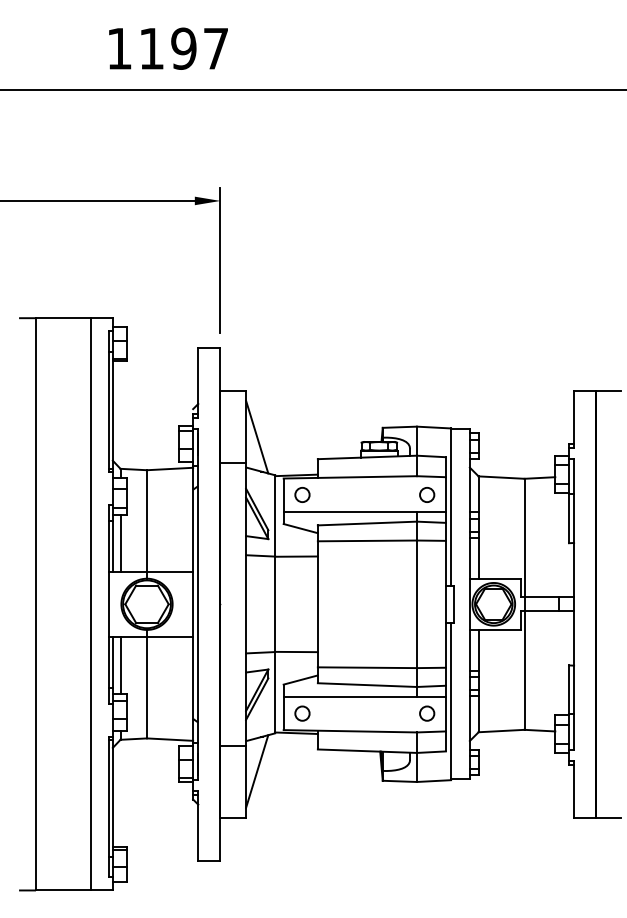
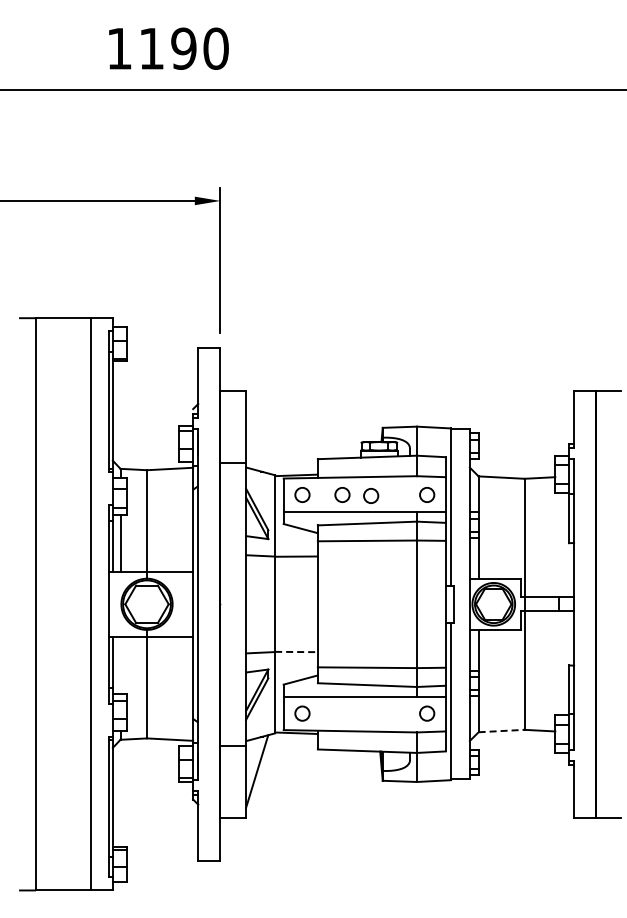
text at (215, 48): 1197 -> 1190
line at (257, 436): present -> none
circle at (342, 494): none -> present
circle at (371, 495): none -> present
line at (296, 652): solid -> dashed
line at (120, 664): present -> none
line at (501, 731): solid -> dashed
